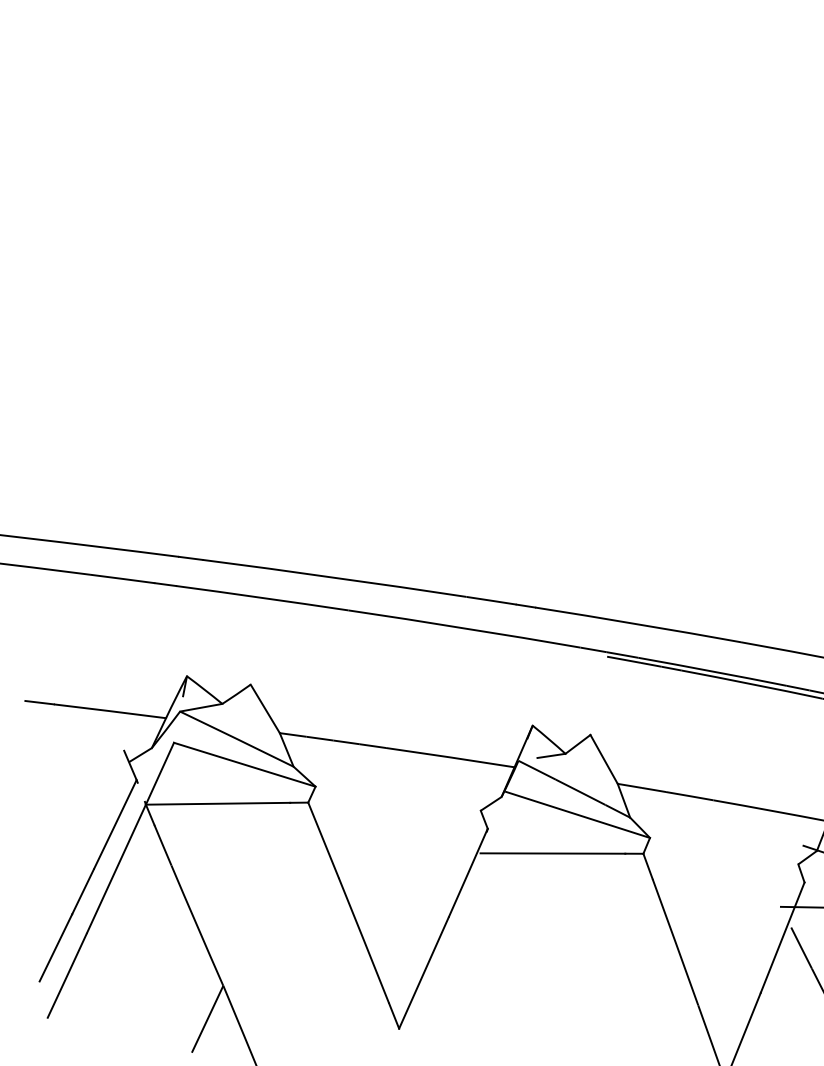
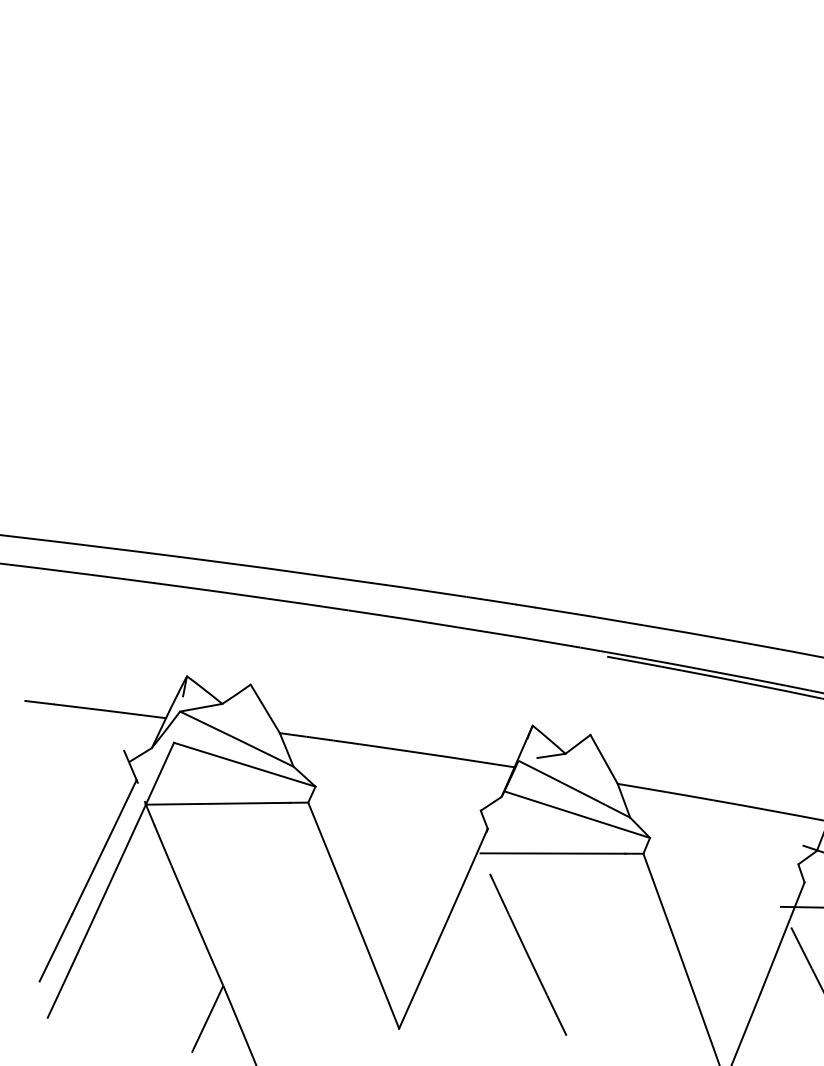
line at (528, 954): none -> present
